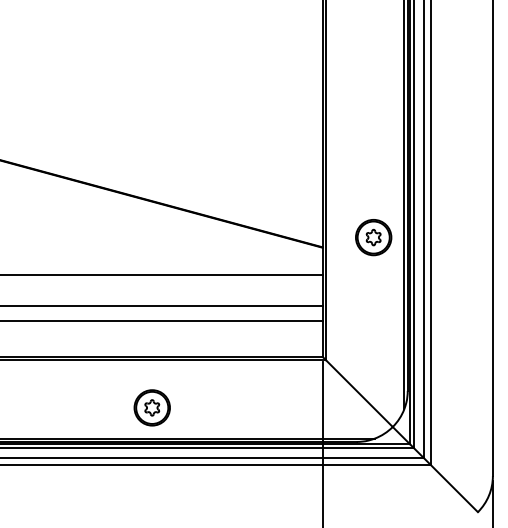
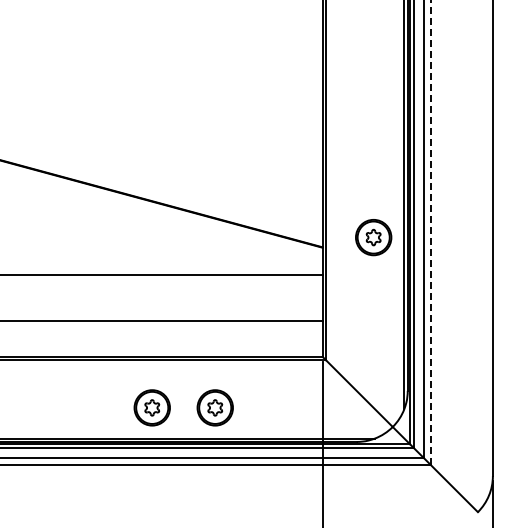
line at (430, 231): solid -> dashed
line at (162, 305): present -> none
part at (214, 407): none -> present
